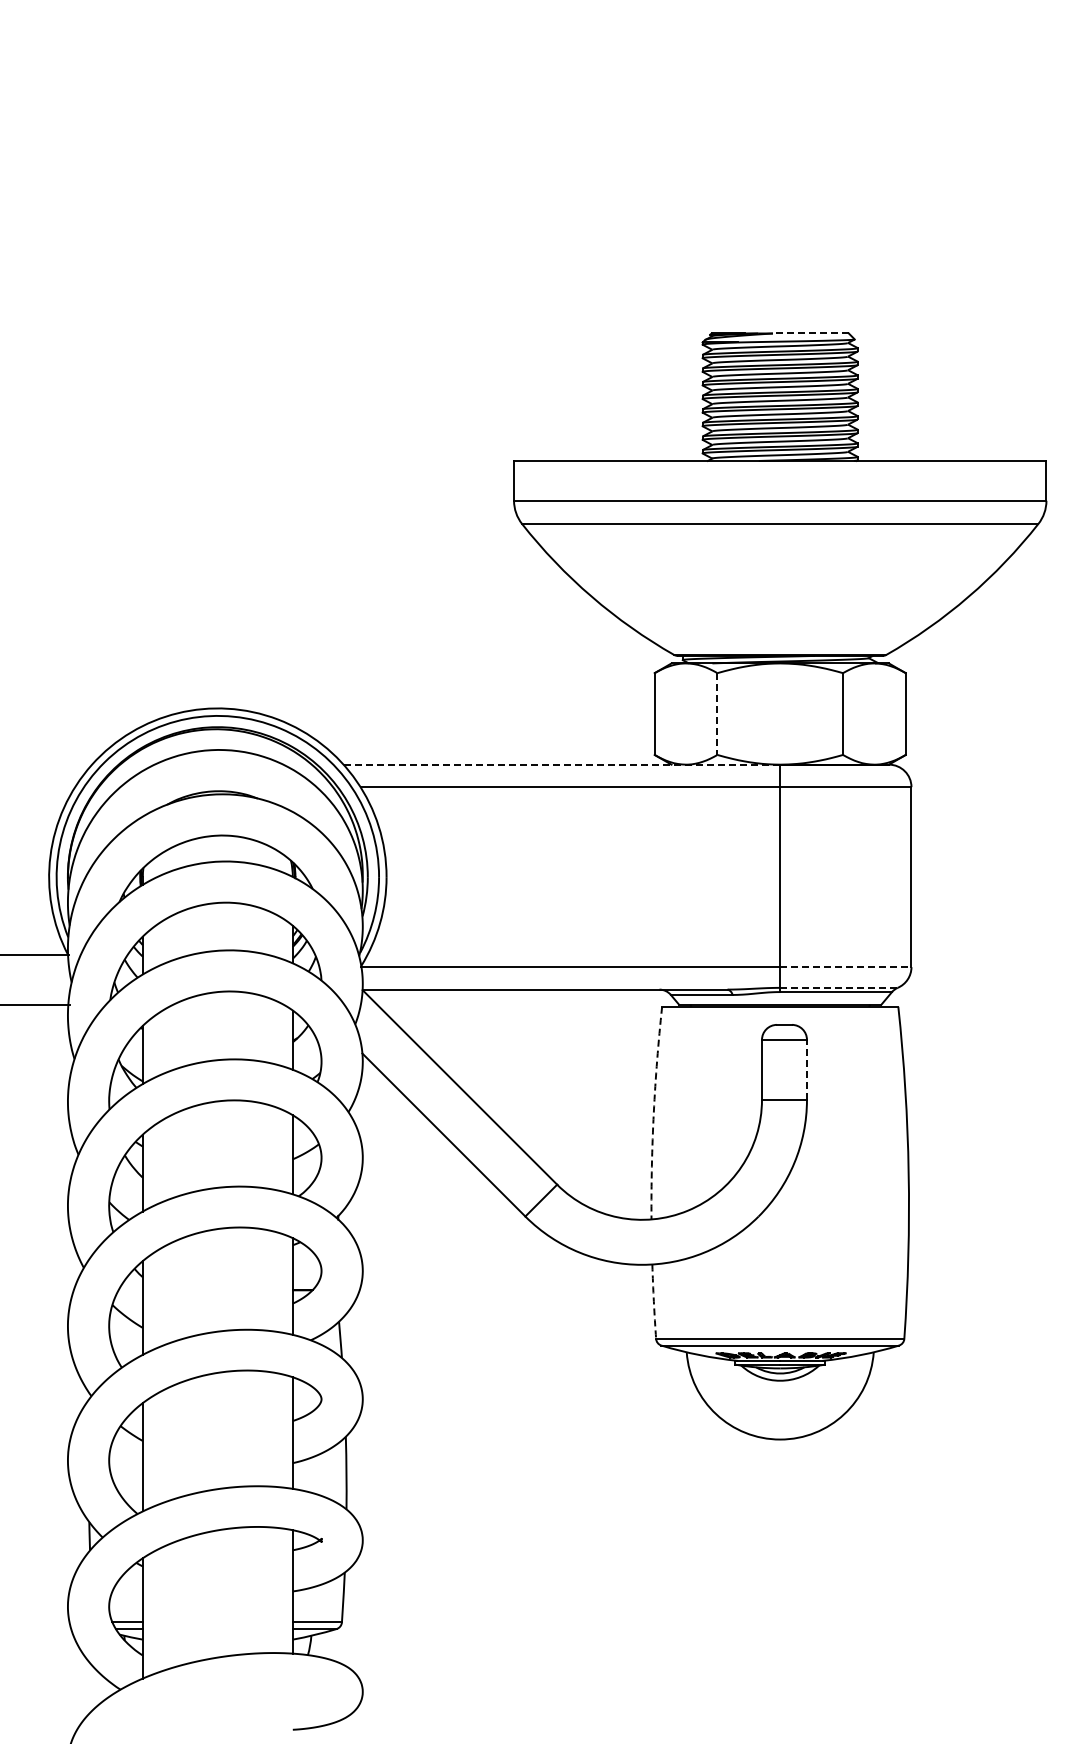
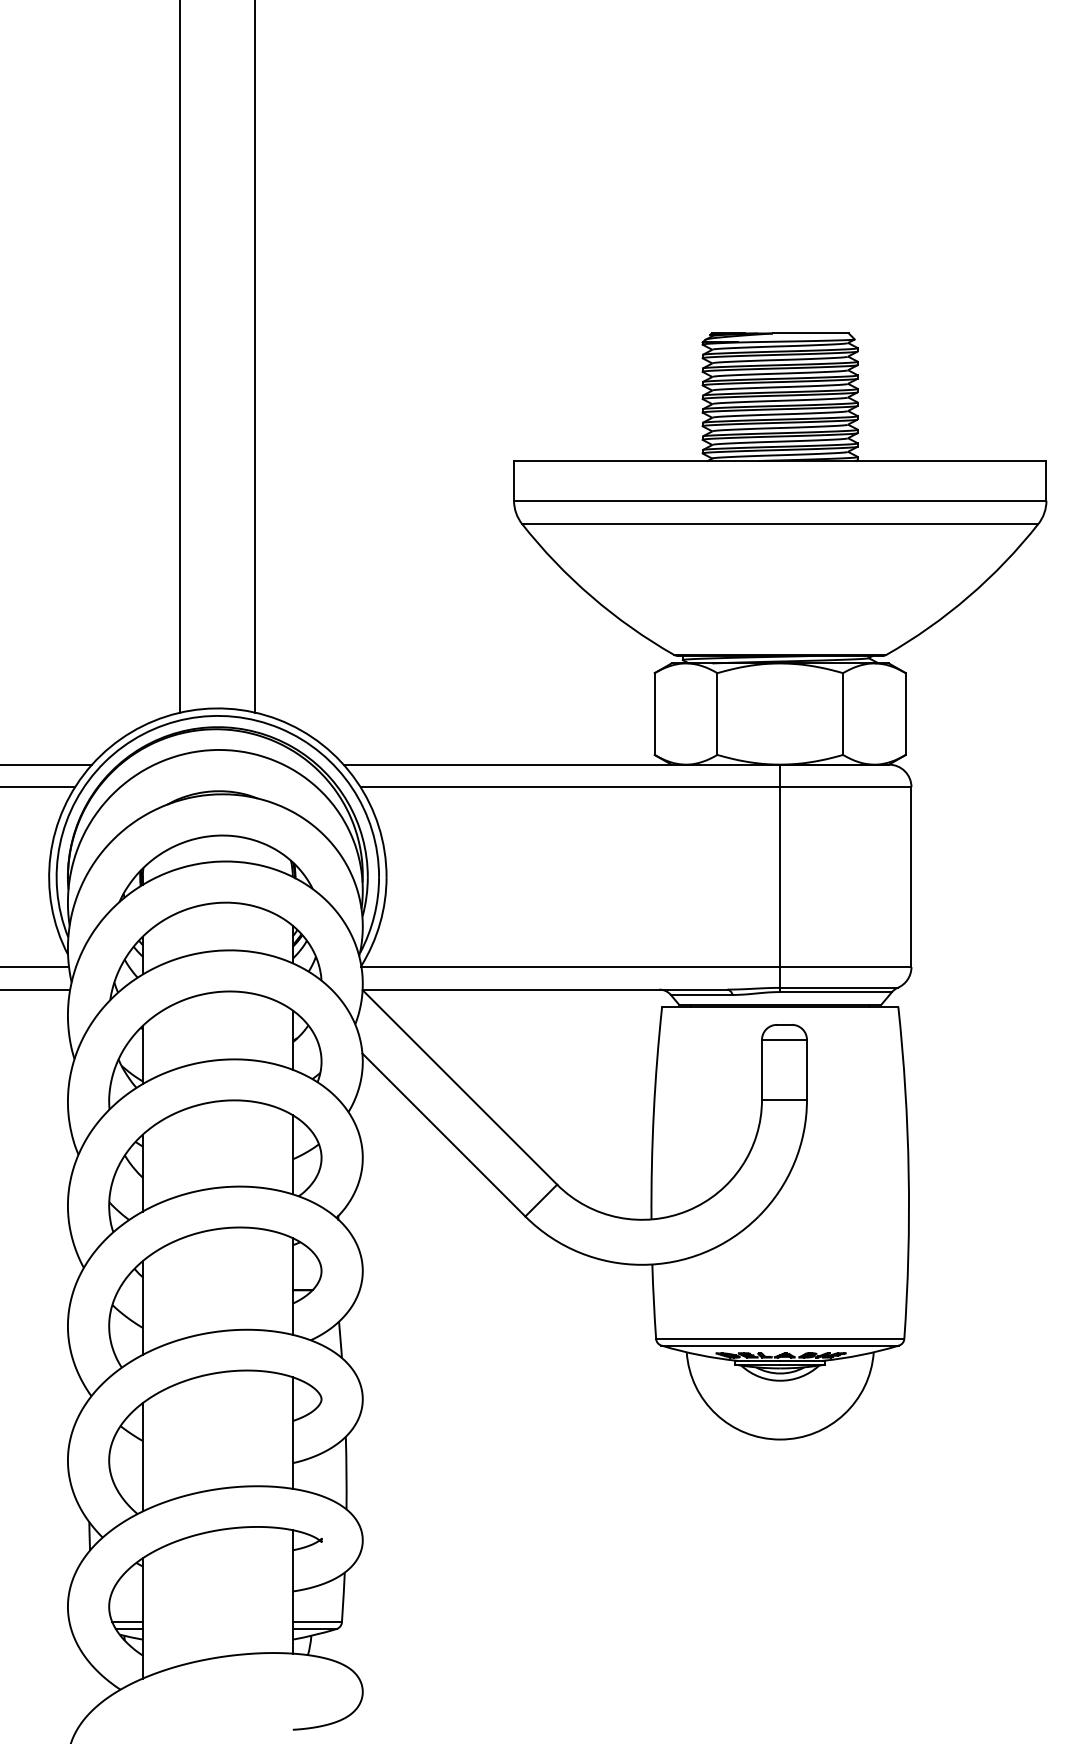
line at (810, 333): dashed -> solid
line at (180, 357): none -> present
line at (255, 357): none -> present
line at (717, 714): dashed -> solid
line at (47, 764): none -> present
line at (562, 764): dashed -> solid
line at (38, 787): none -> present
line at (35, 955) position: (35, 955) -> (35, 967)
line at (845, 967): dashed -> solid
line at (838, 987): dashed -> solid
line at (36, 1004) position: (36, 1004) -> (36, 989)
line at (806, 1069): dashed -> solid
arc at (653, 1113): dashed -> solid
arc at (653, 1301): dashed -> solid
